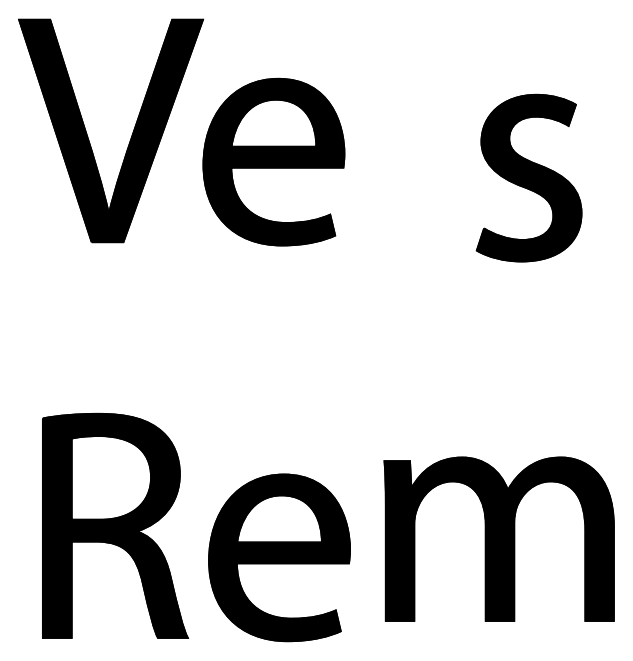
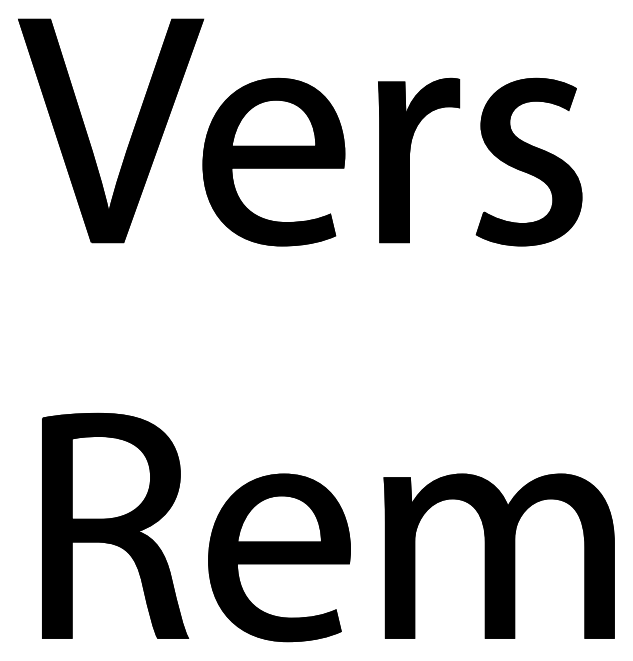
part at (409, 160): none -> present
part at (528, 177) position: (528, 177) -> (528, 161)
part at (498, 538) position: (498, 538) -> (498, 555)
